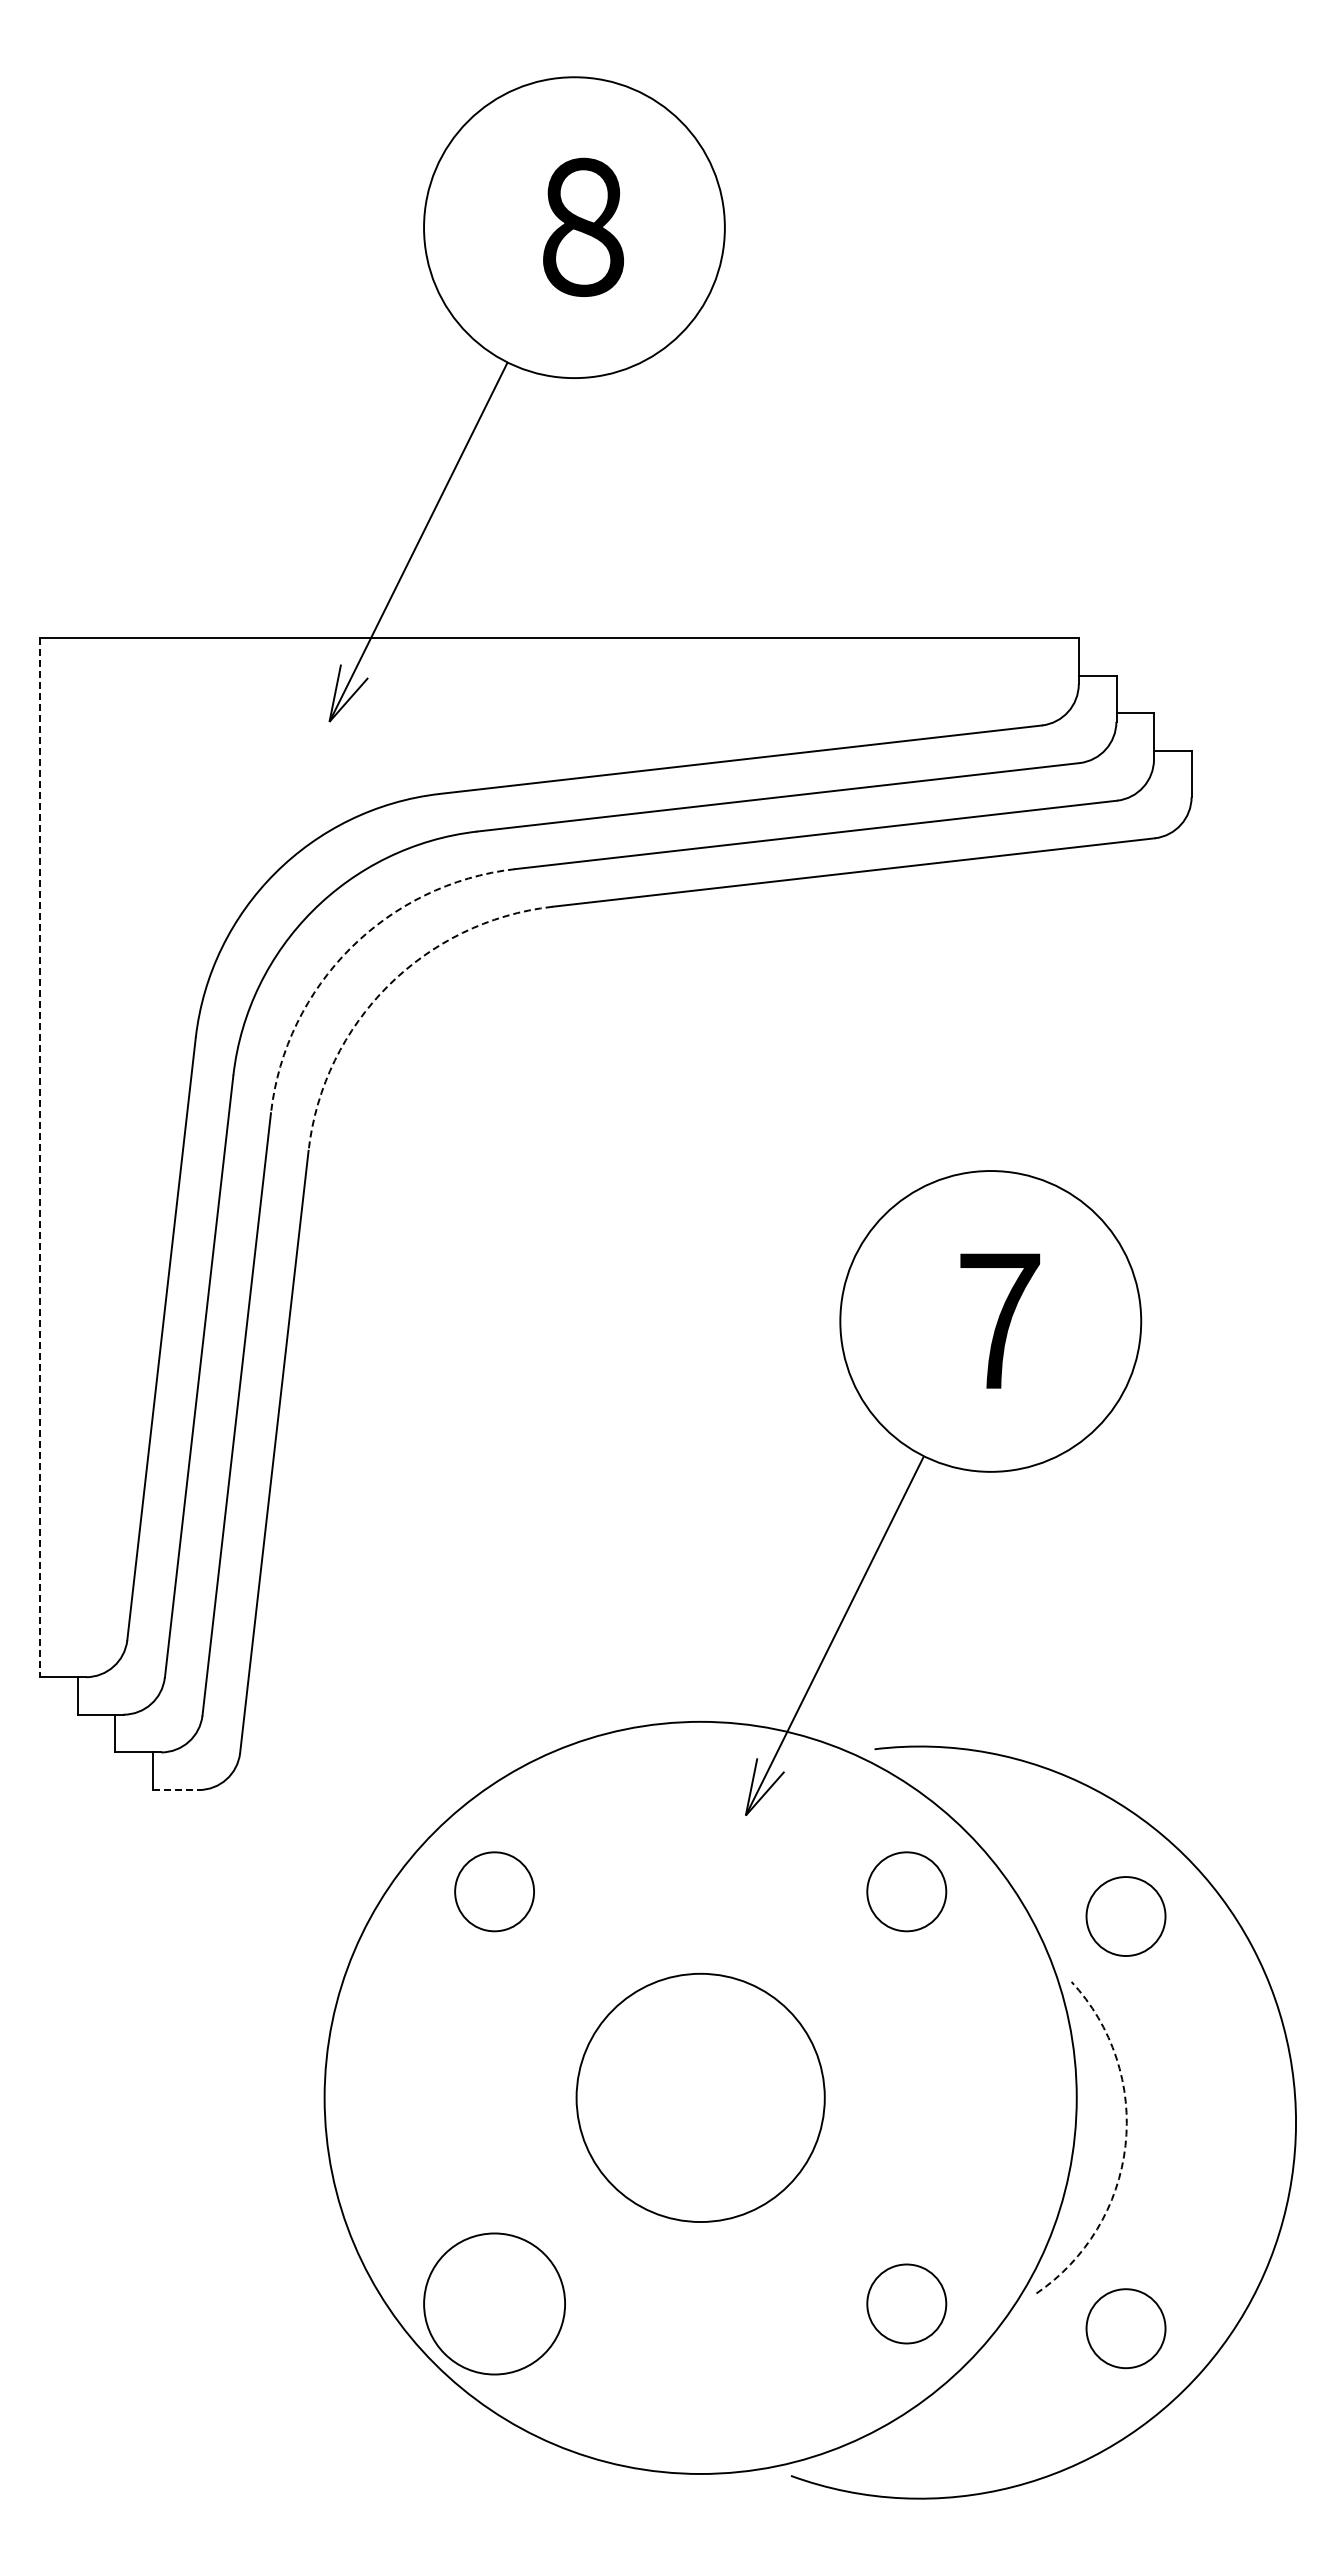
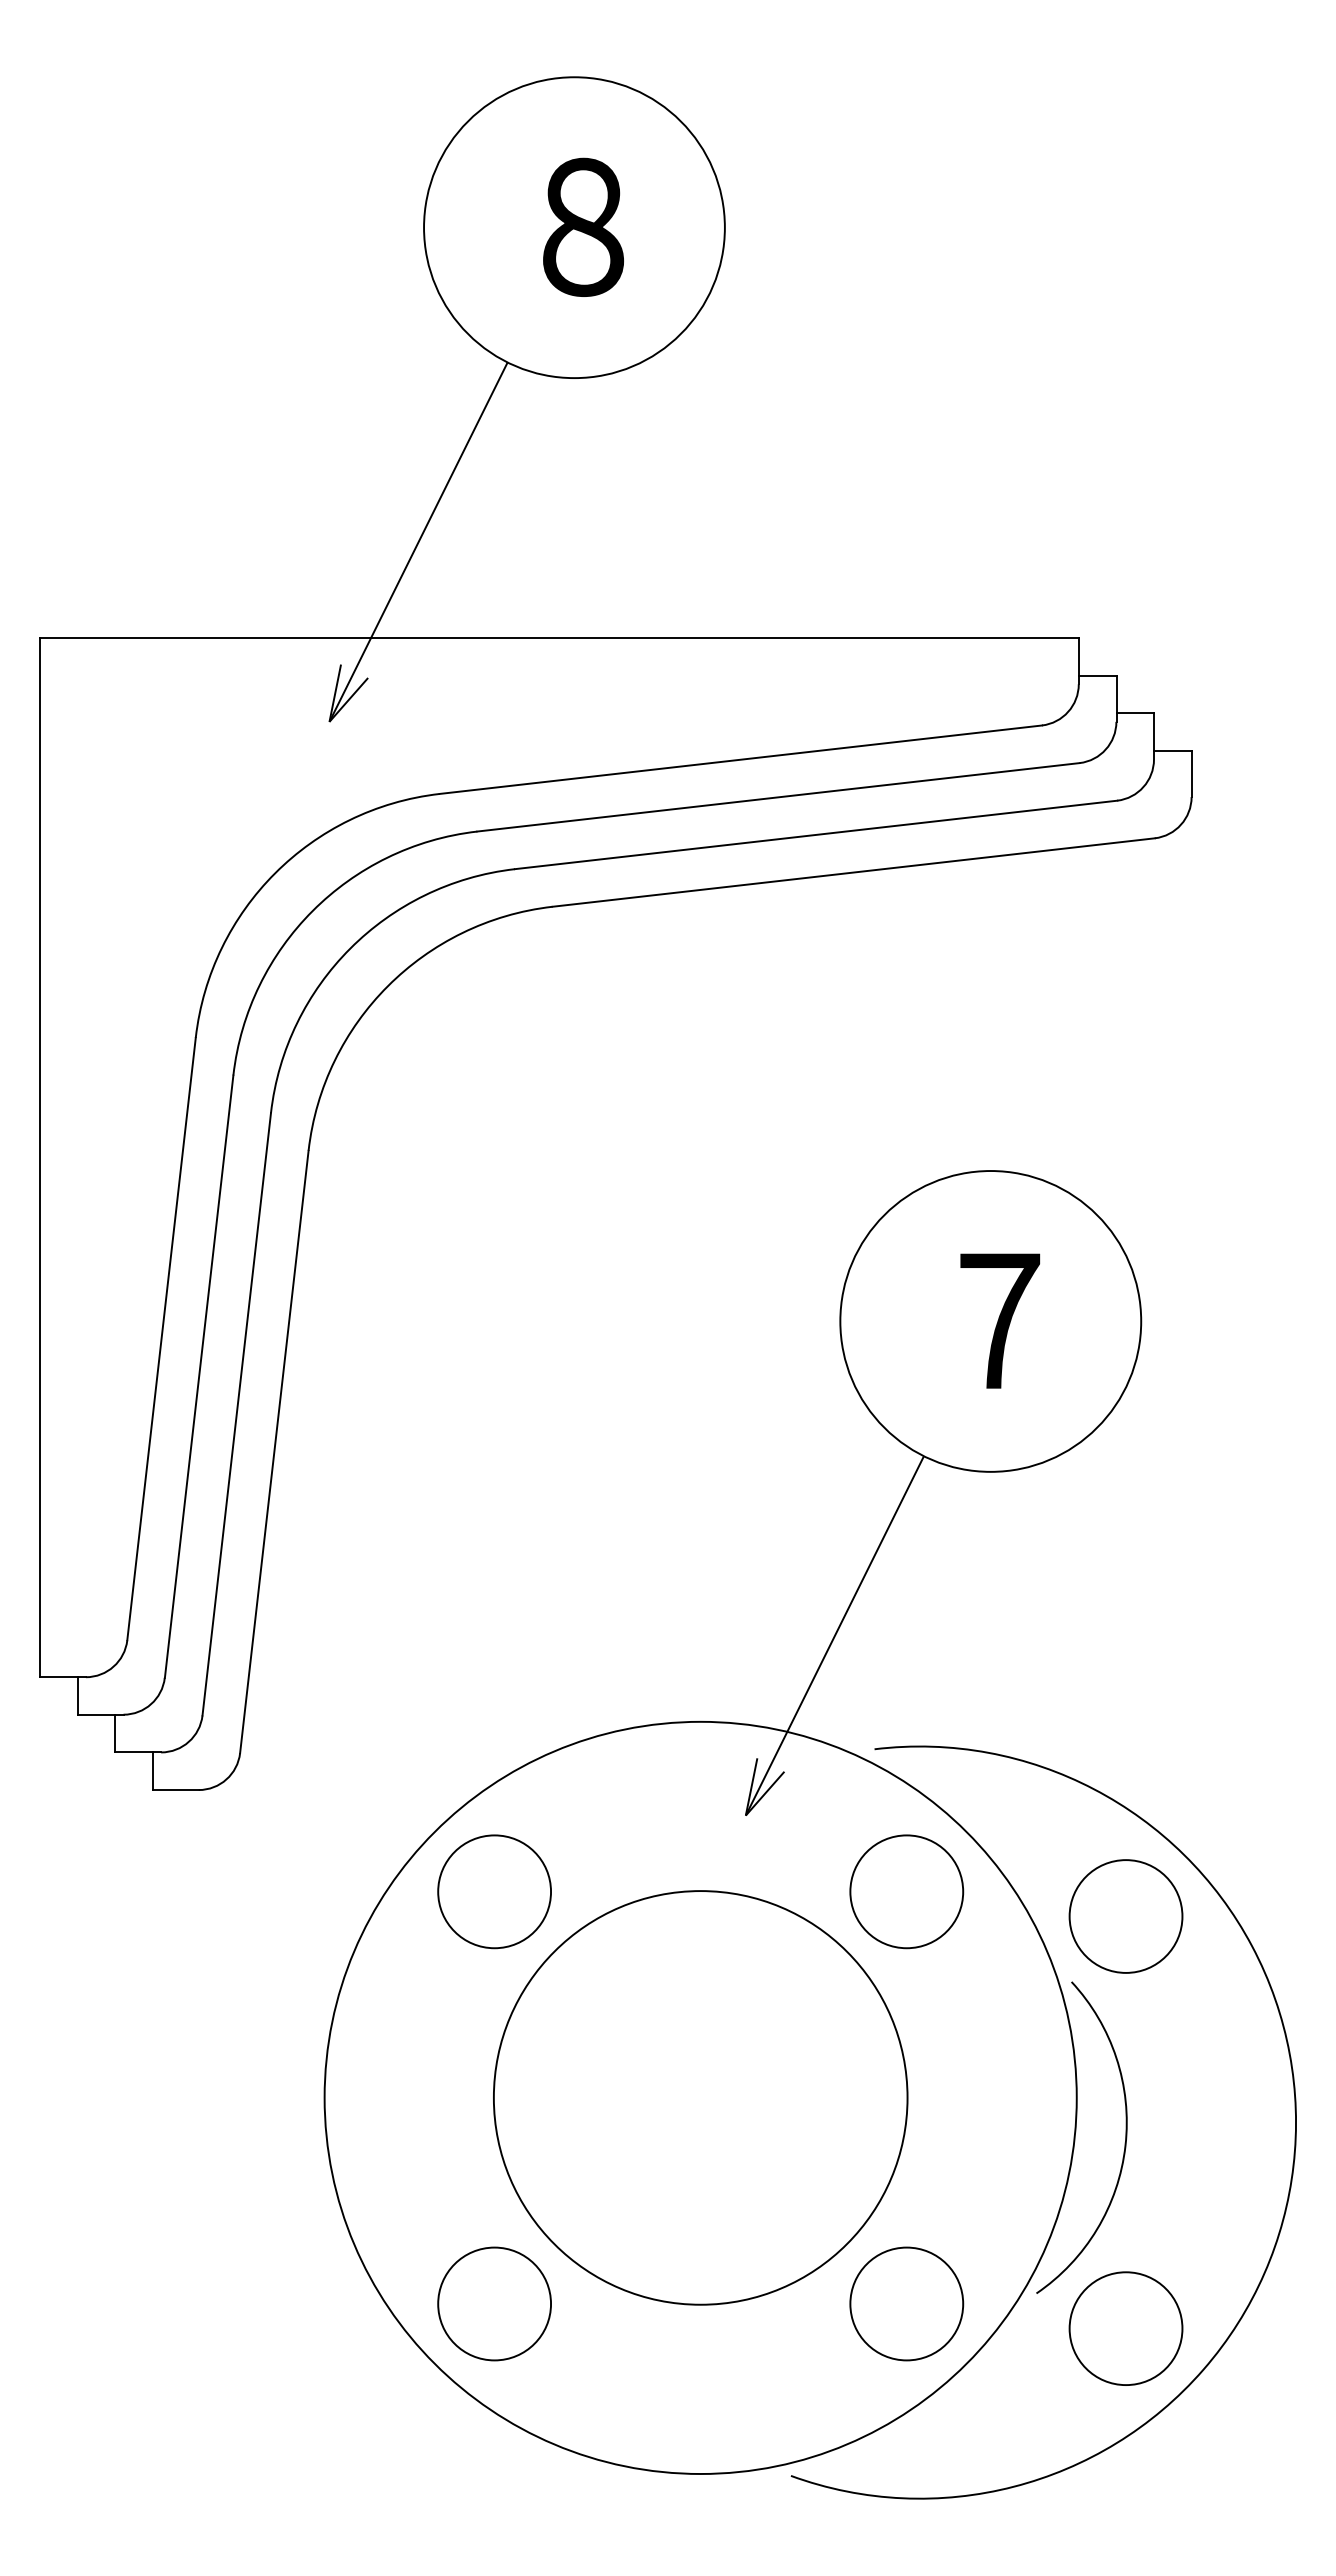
arc at (350, 948): dashed -> solid
arc at (387, 986): dashed -> solid
line at (39, 1158): dashed -> solid
line at (176, 1790): dashed -> solid
circle at (494, 1891) diameter: 79 px -> 113 px
circle at (906, 1891) diameter: 79 px -> 113 px
circle at (1125, 1916) size: 82x81 px -> 116x115 px
circle at (700, 2097) diameter: 248 px -> 414 px
arc at (1125, 2145): dashed -> solid
circle at (494, 2303) diameter: 141 px -> 113 px
circle at (906, 2303) diameter: 79 px -> 113 px
circle at (1125, 2328) diameter: 79 px -> 113 px
